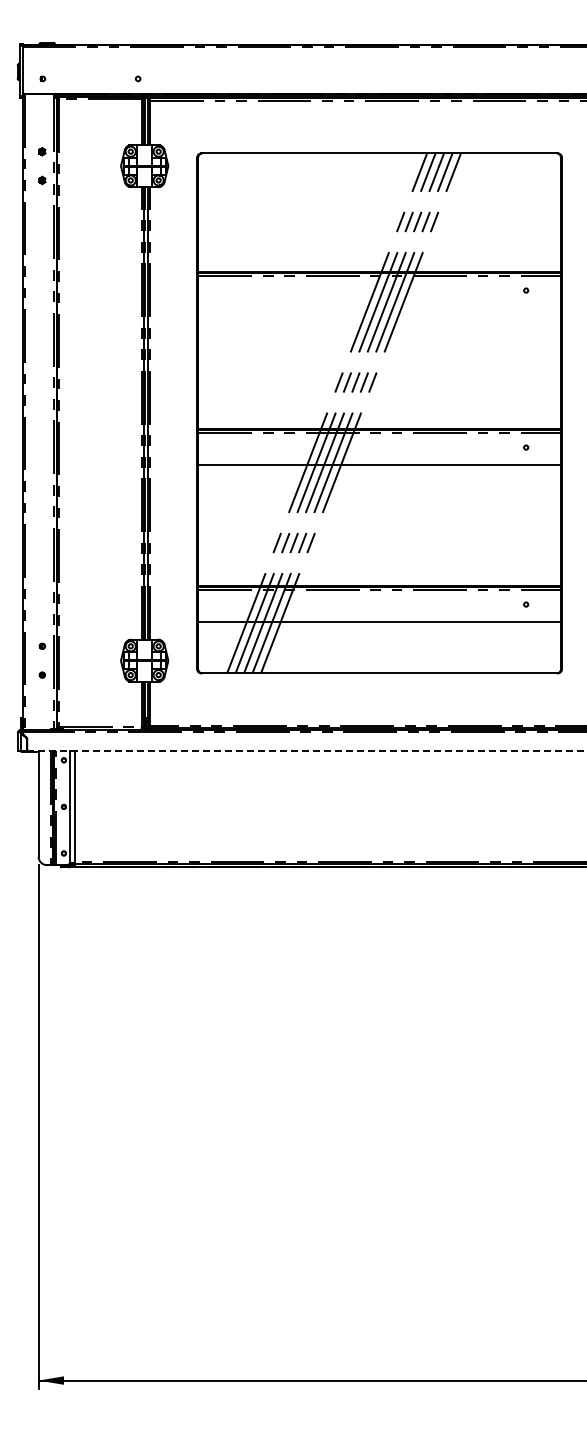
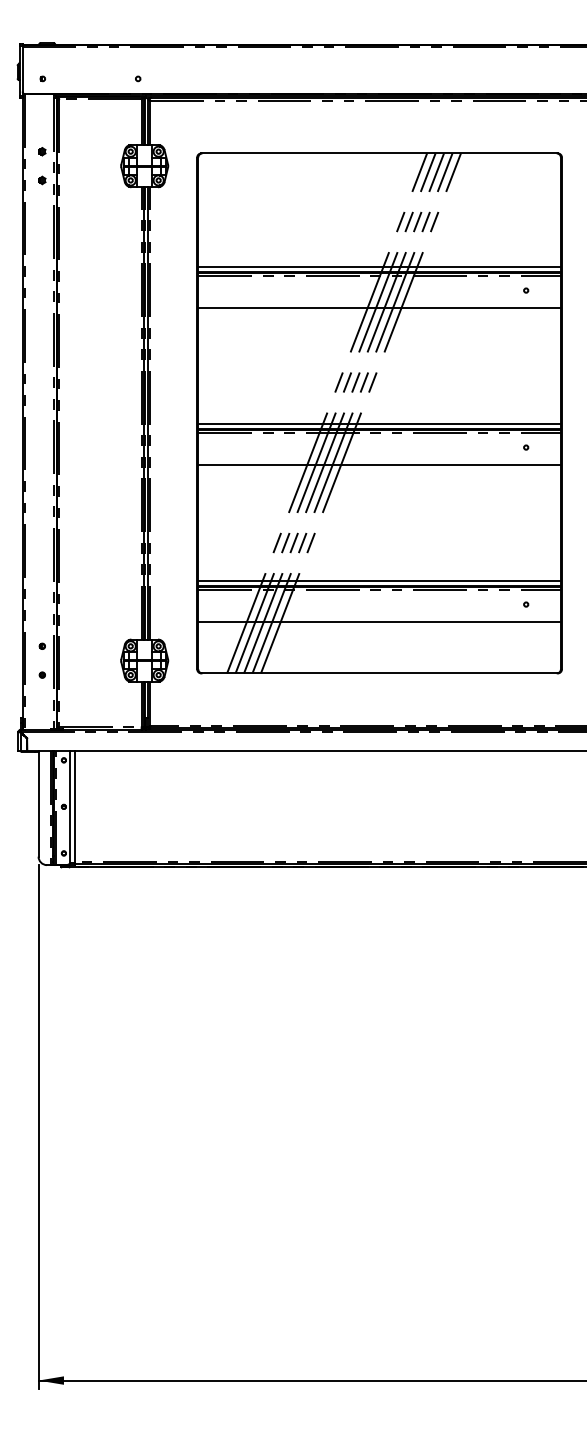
line at (379, 267): none -> present
line at (379, 307): none -> present
line at (379, 424): none -> present
line at (379, 581): none -> present
line at (307, 750): dashed -> solid
